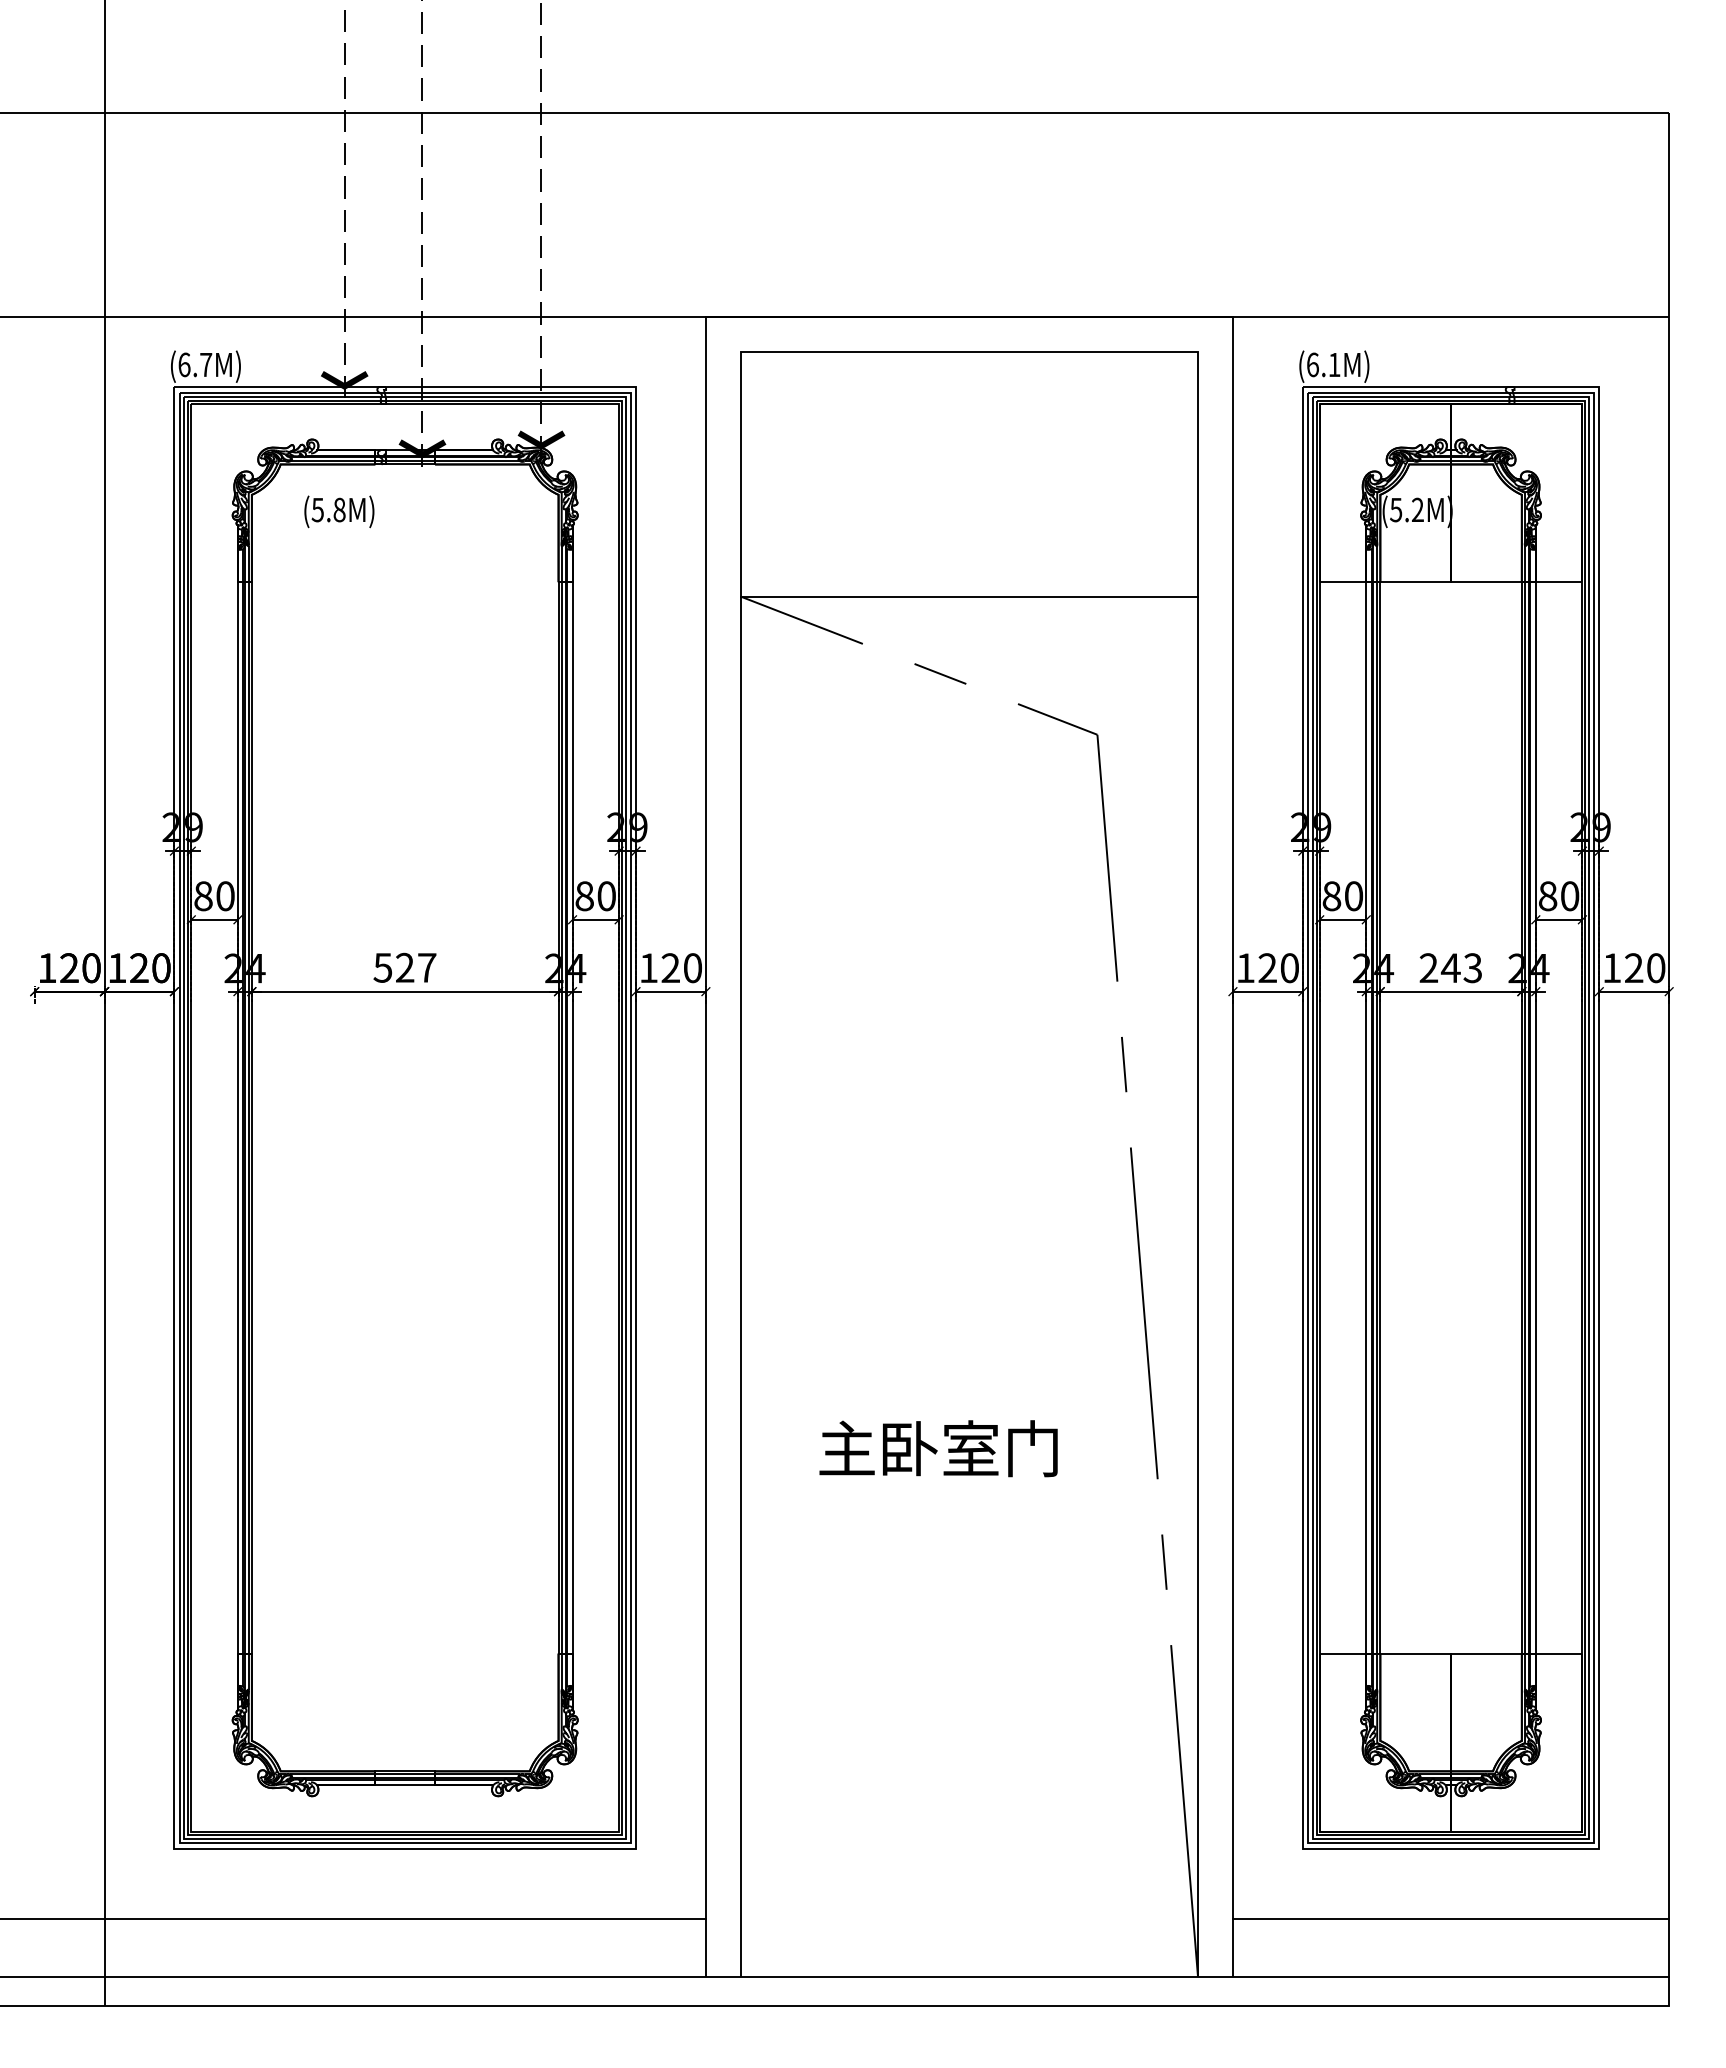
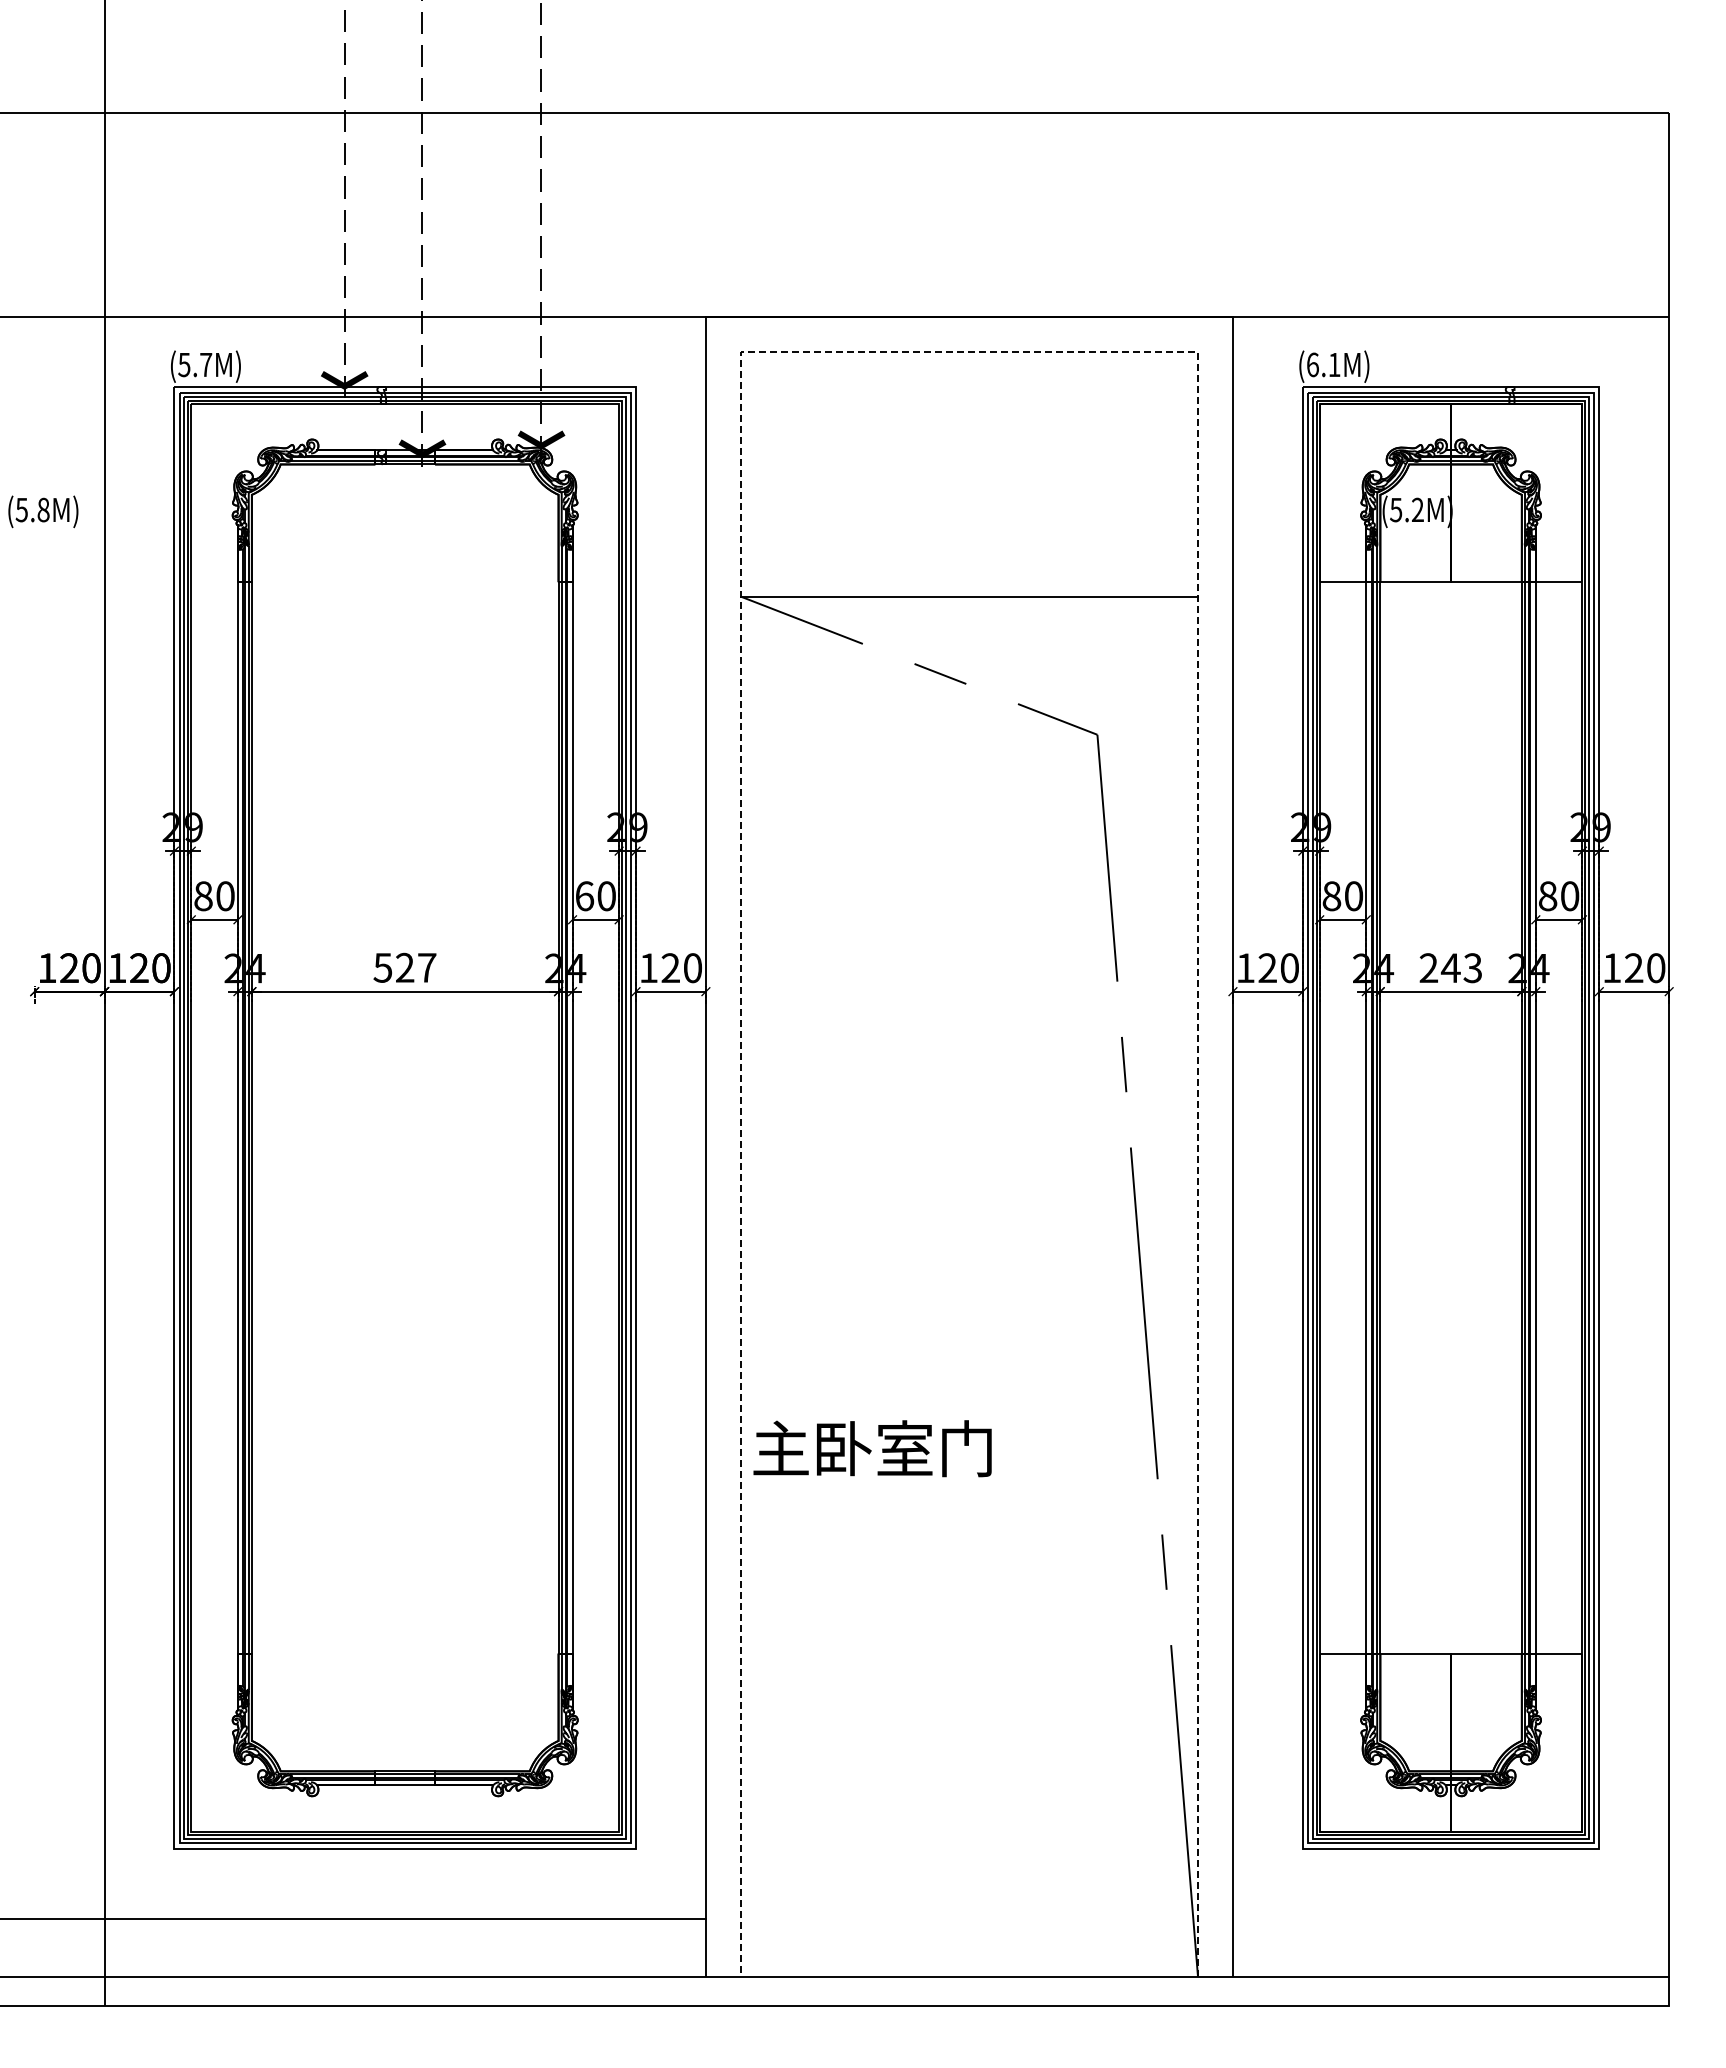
line at (969, 352): solid -> dashed
text at (184, 364): (6.7M) -> (5.7M)
text at (339, 511) position: (339, 511) -> (43, 511)
text at (584, 896): 80 -> 60
text at (938, 1448) position: (938, 1448) -> (872, 1448)
line at (1450, 1918): present -> none
